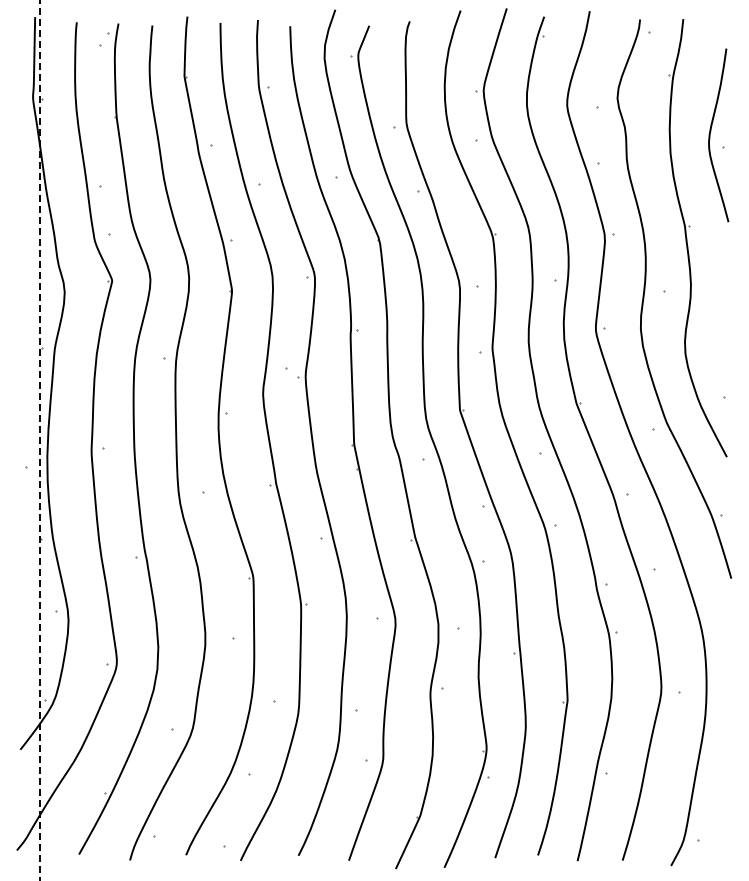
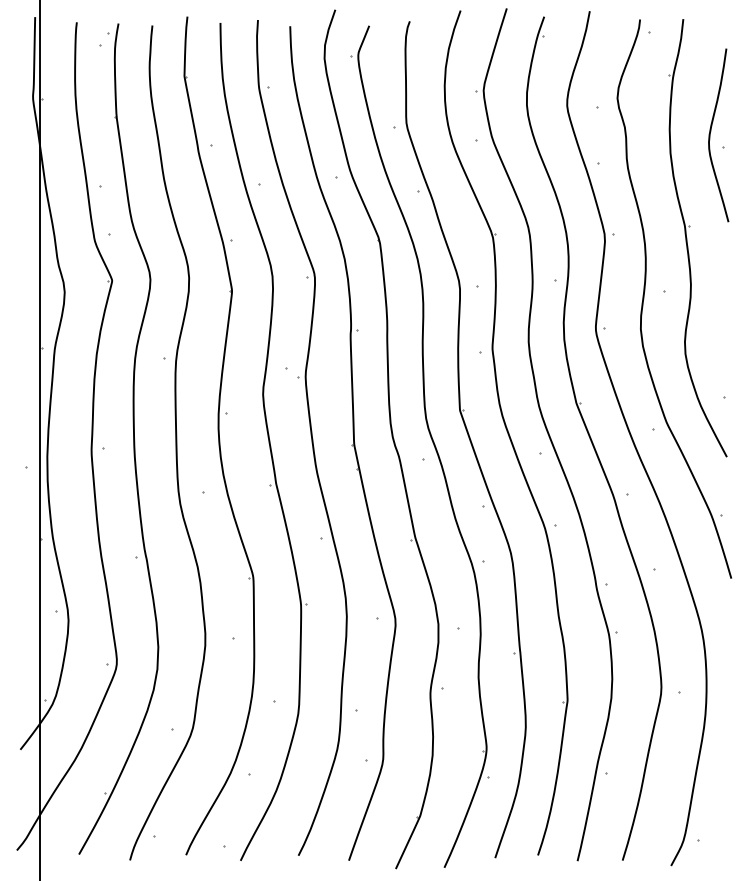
line at (40, 440): dashed -> solid
